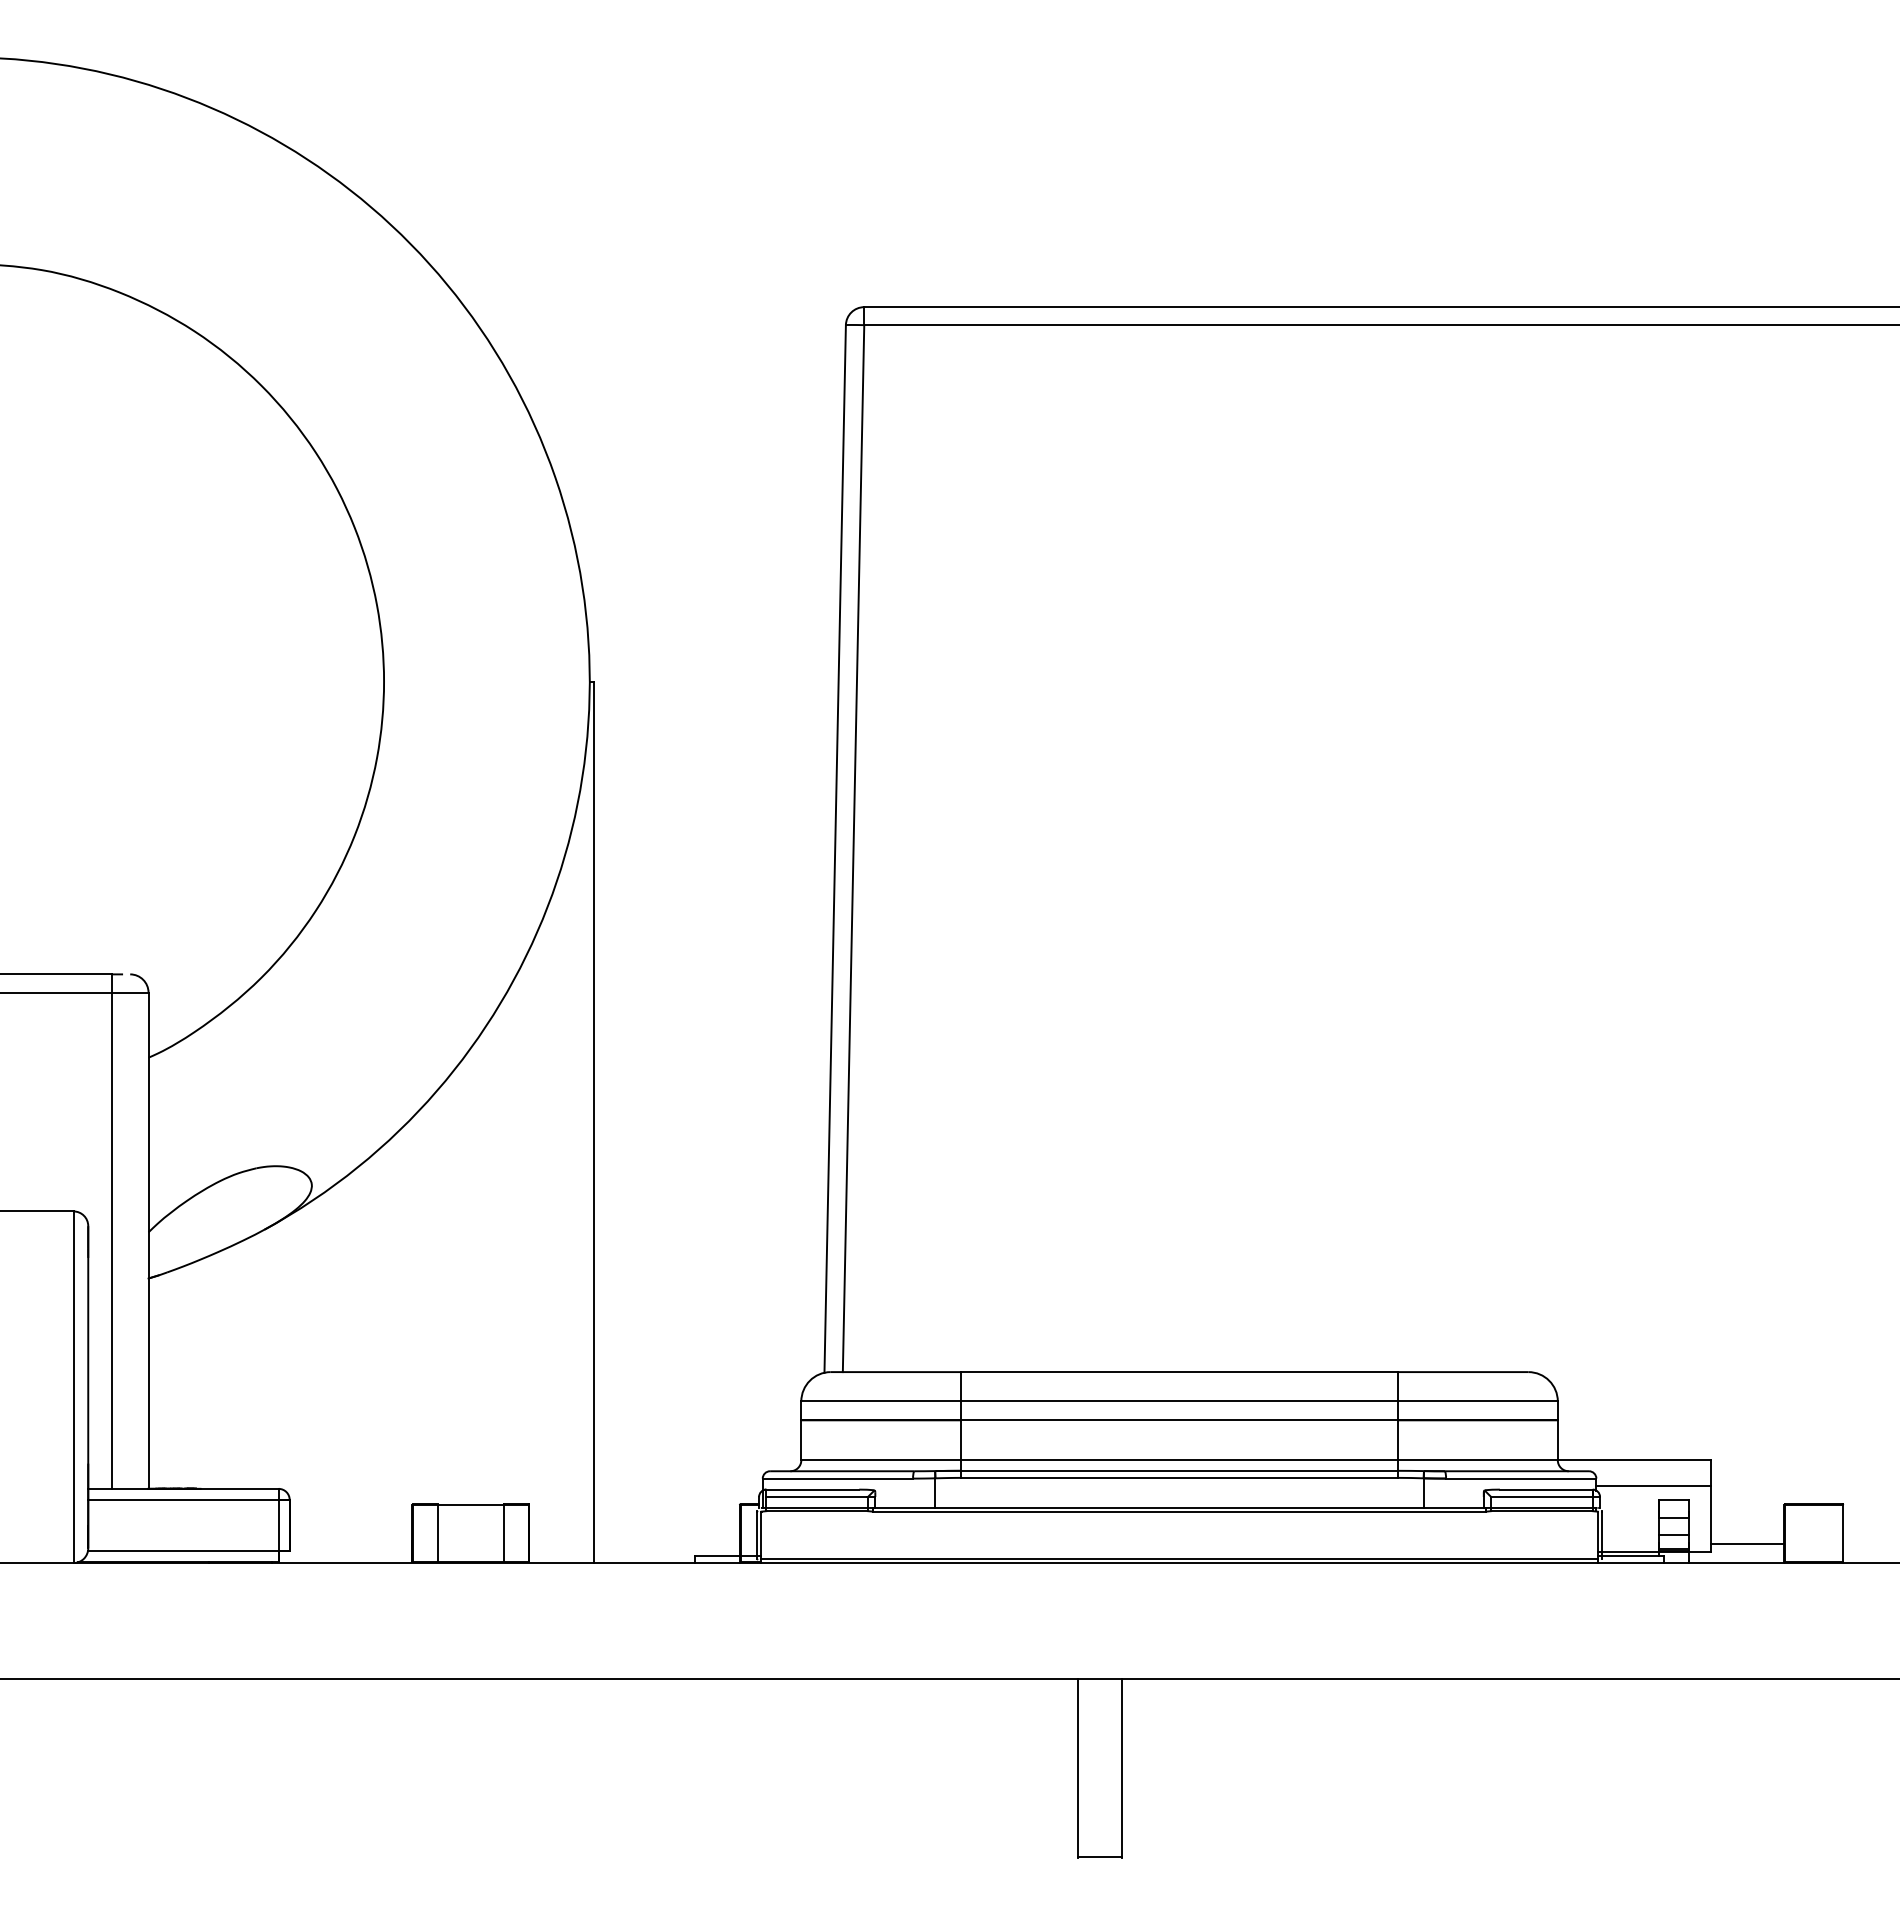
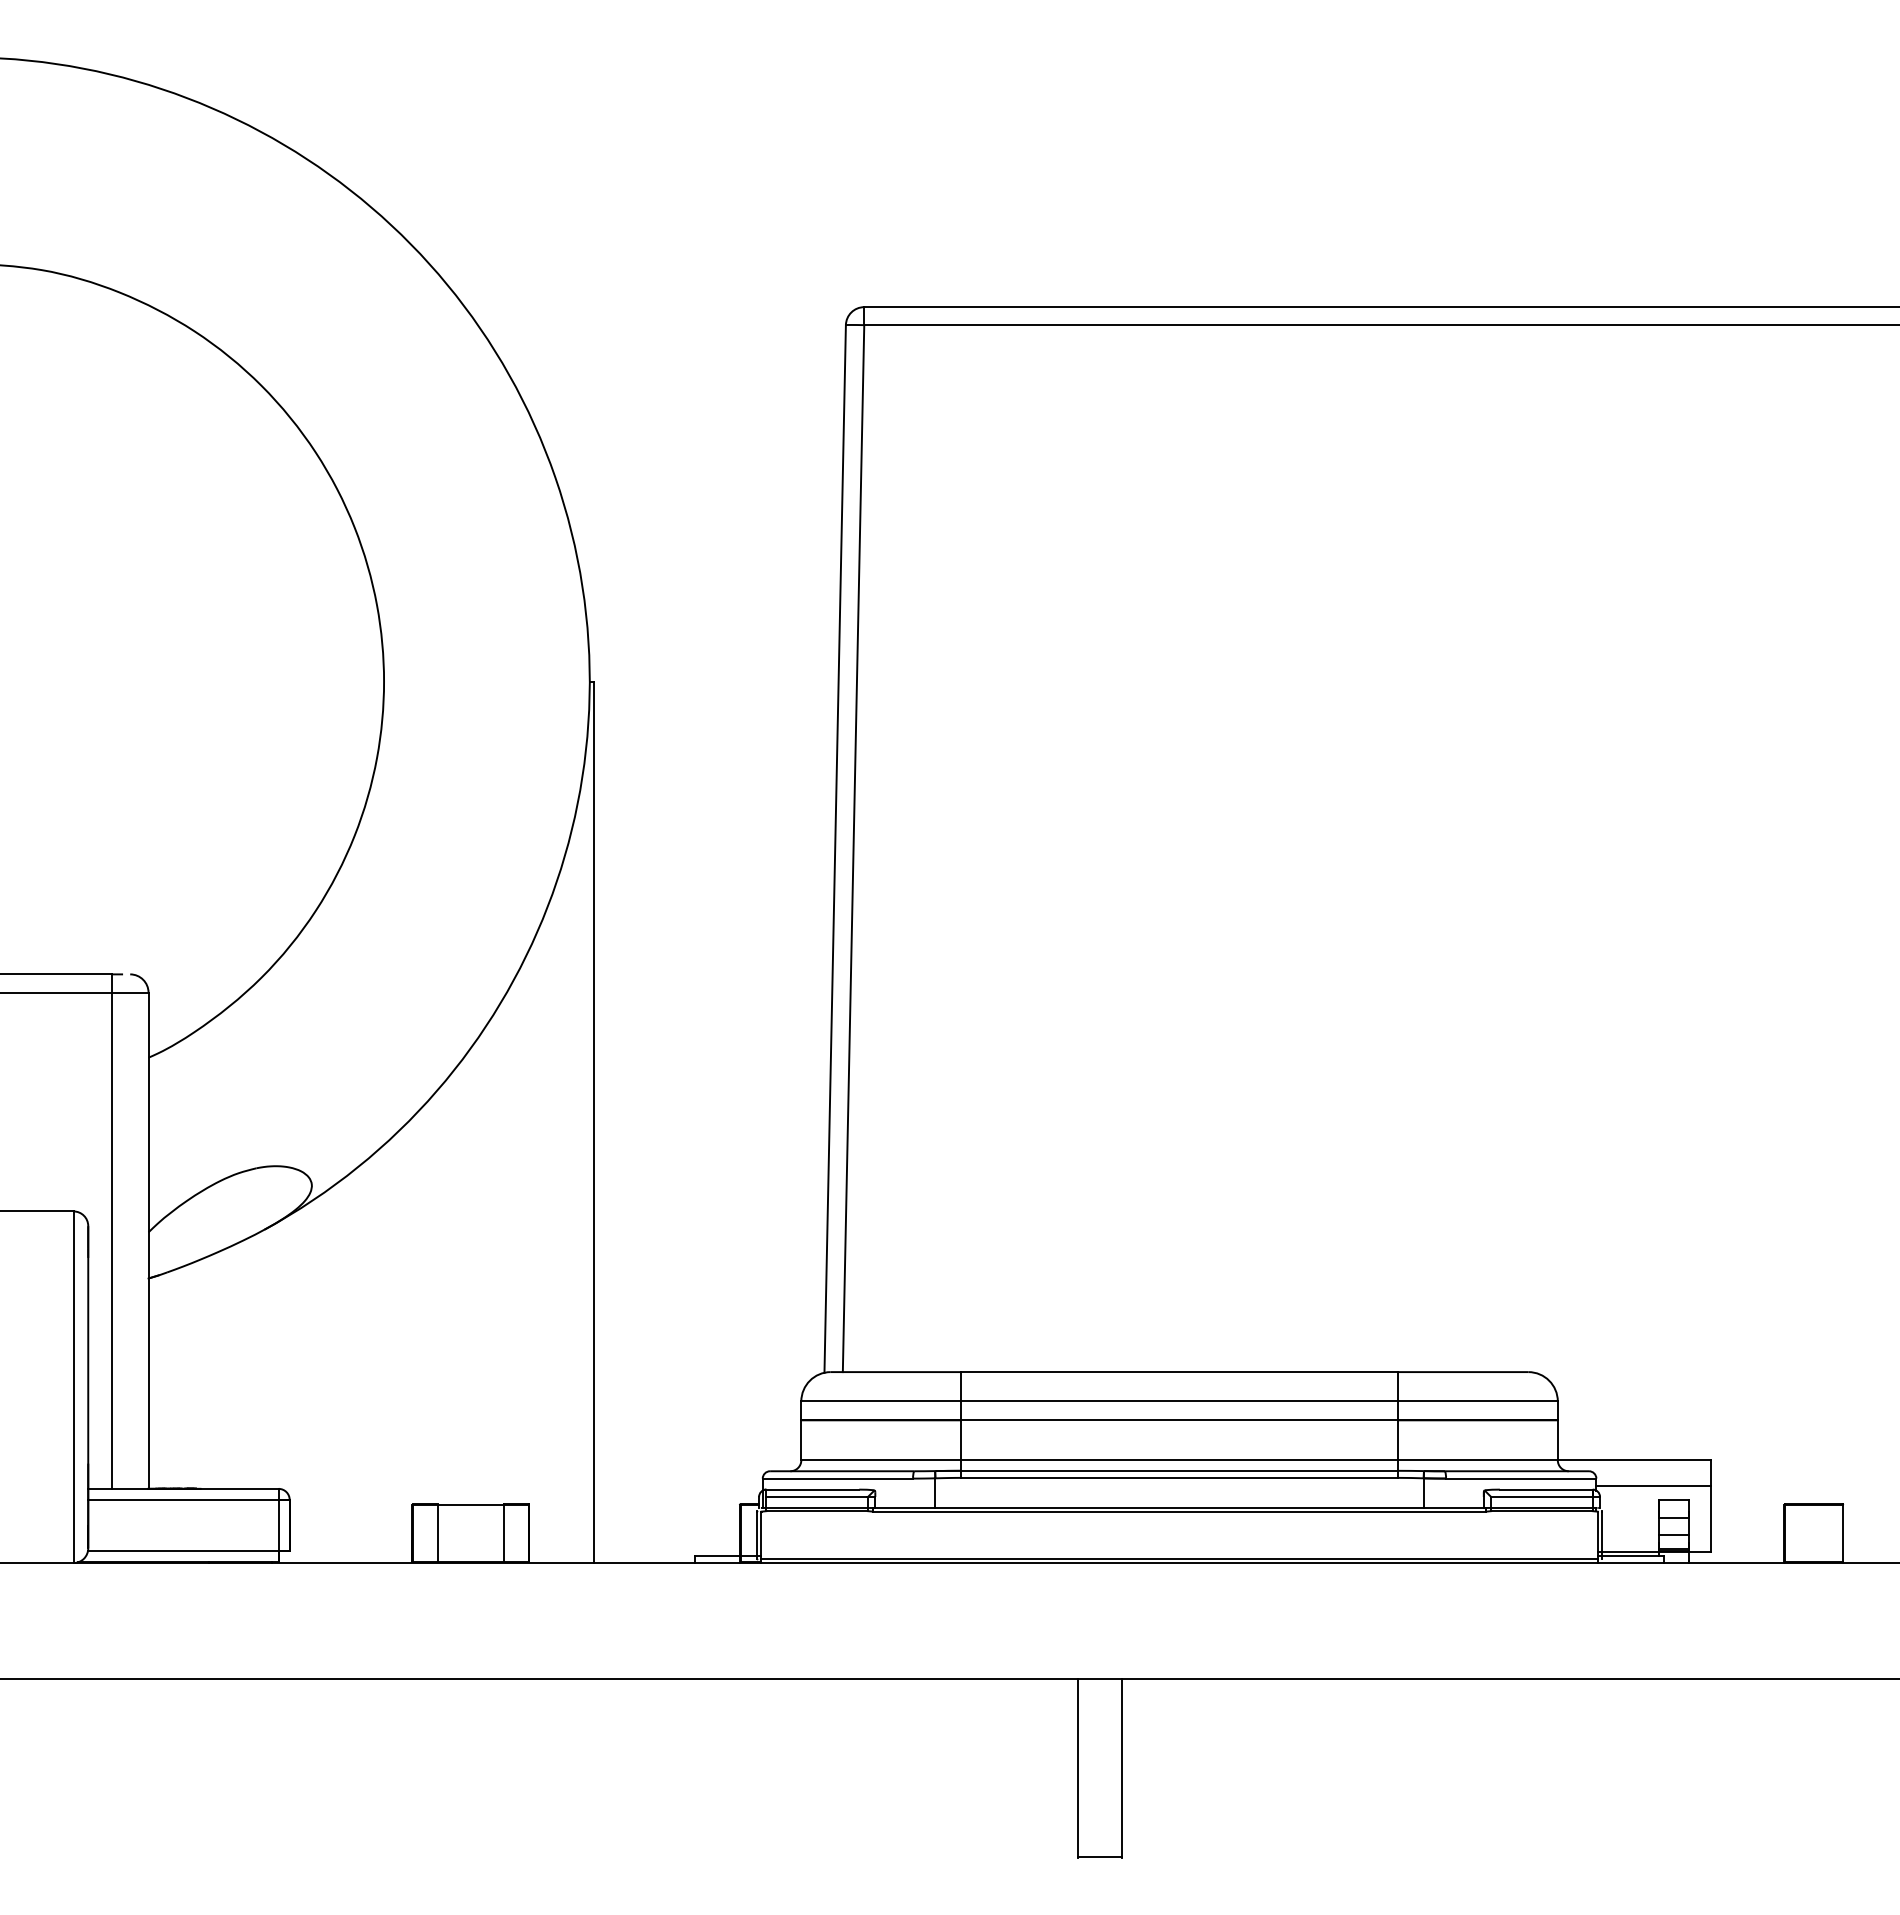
line at (1747, 1544): present -> none
